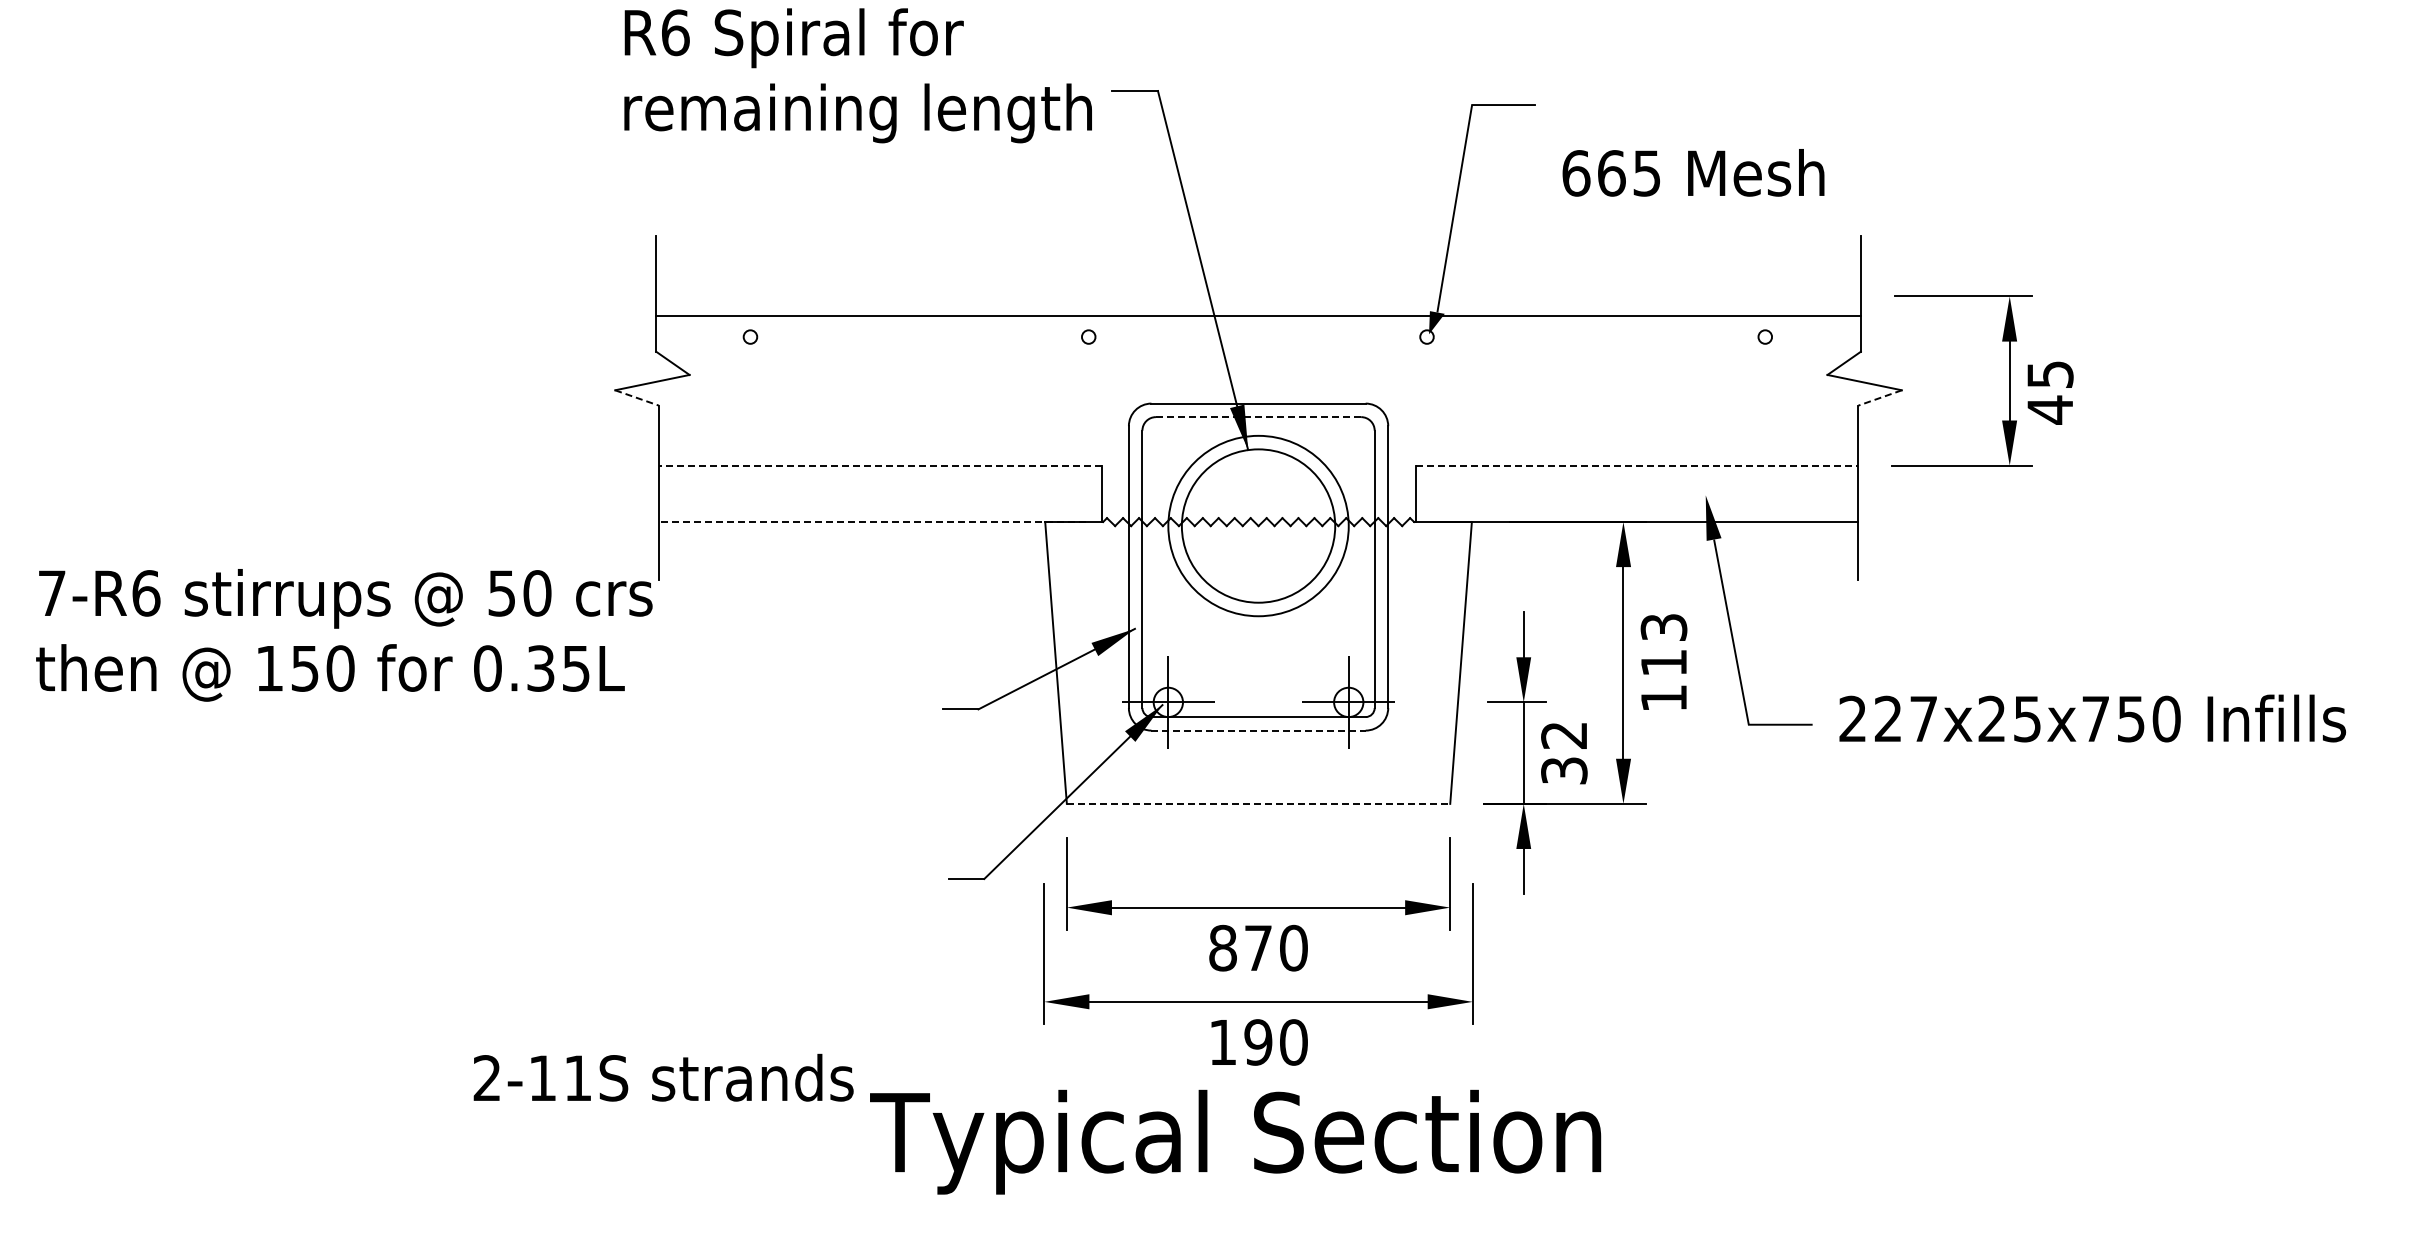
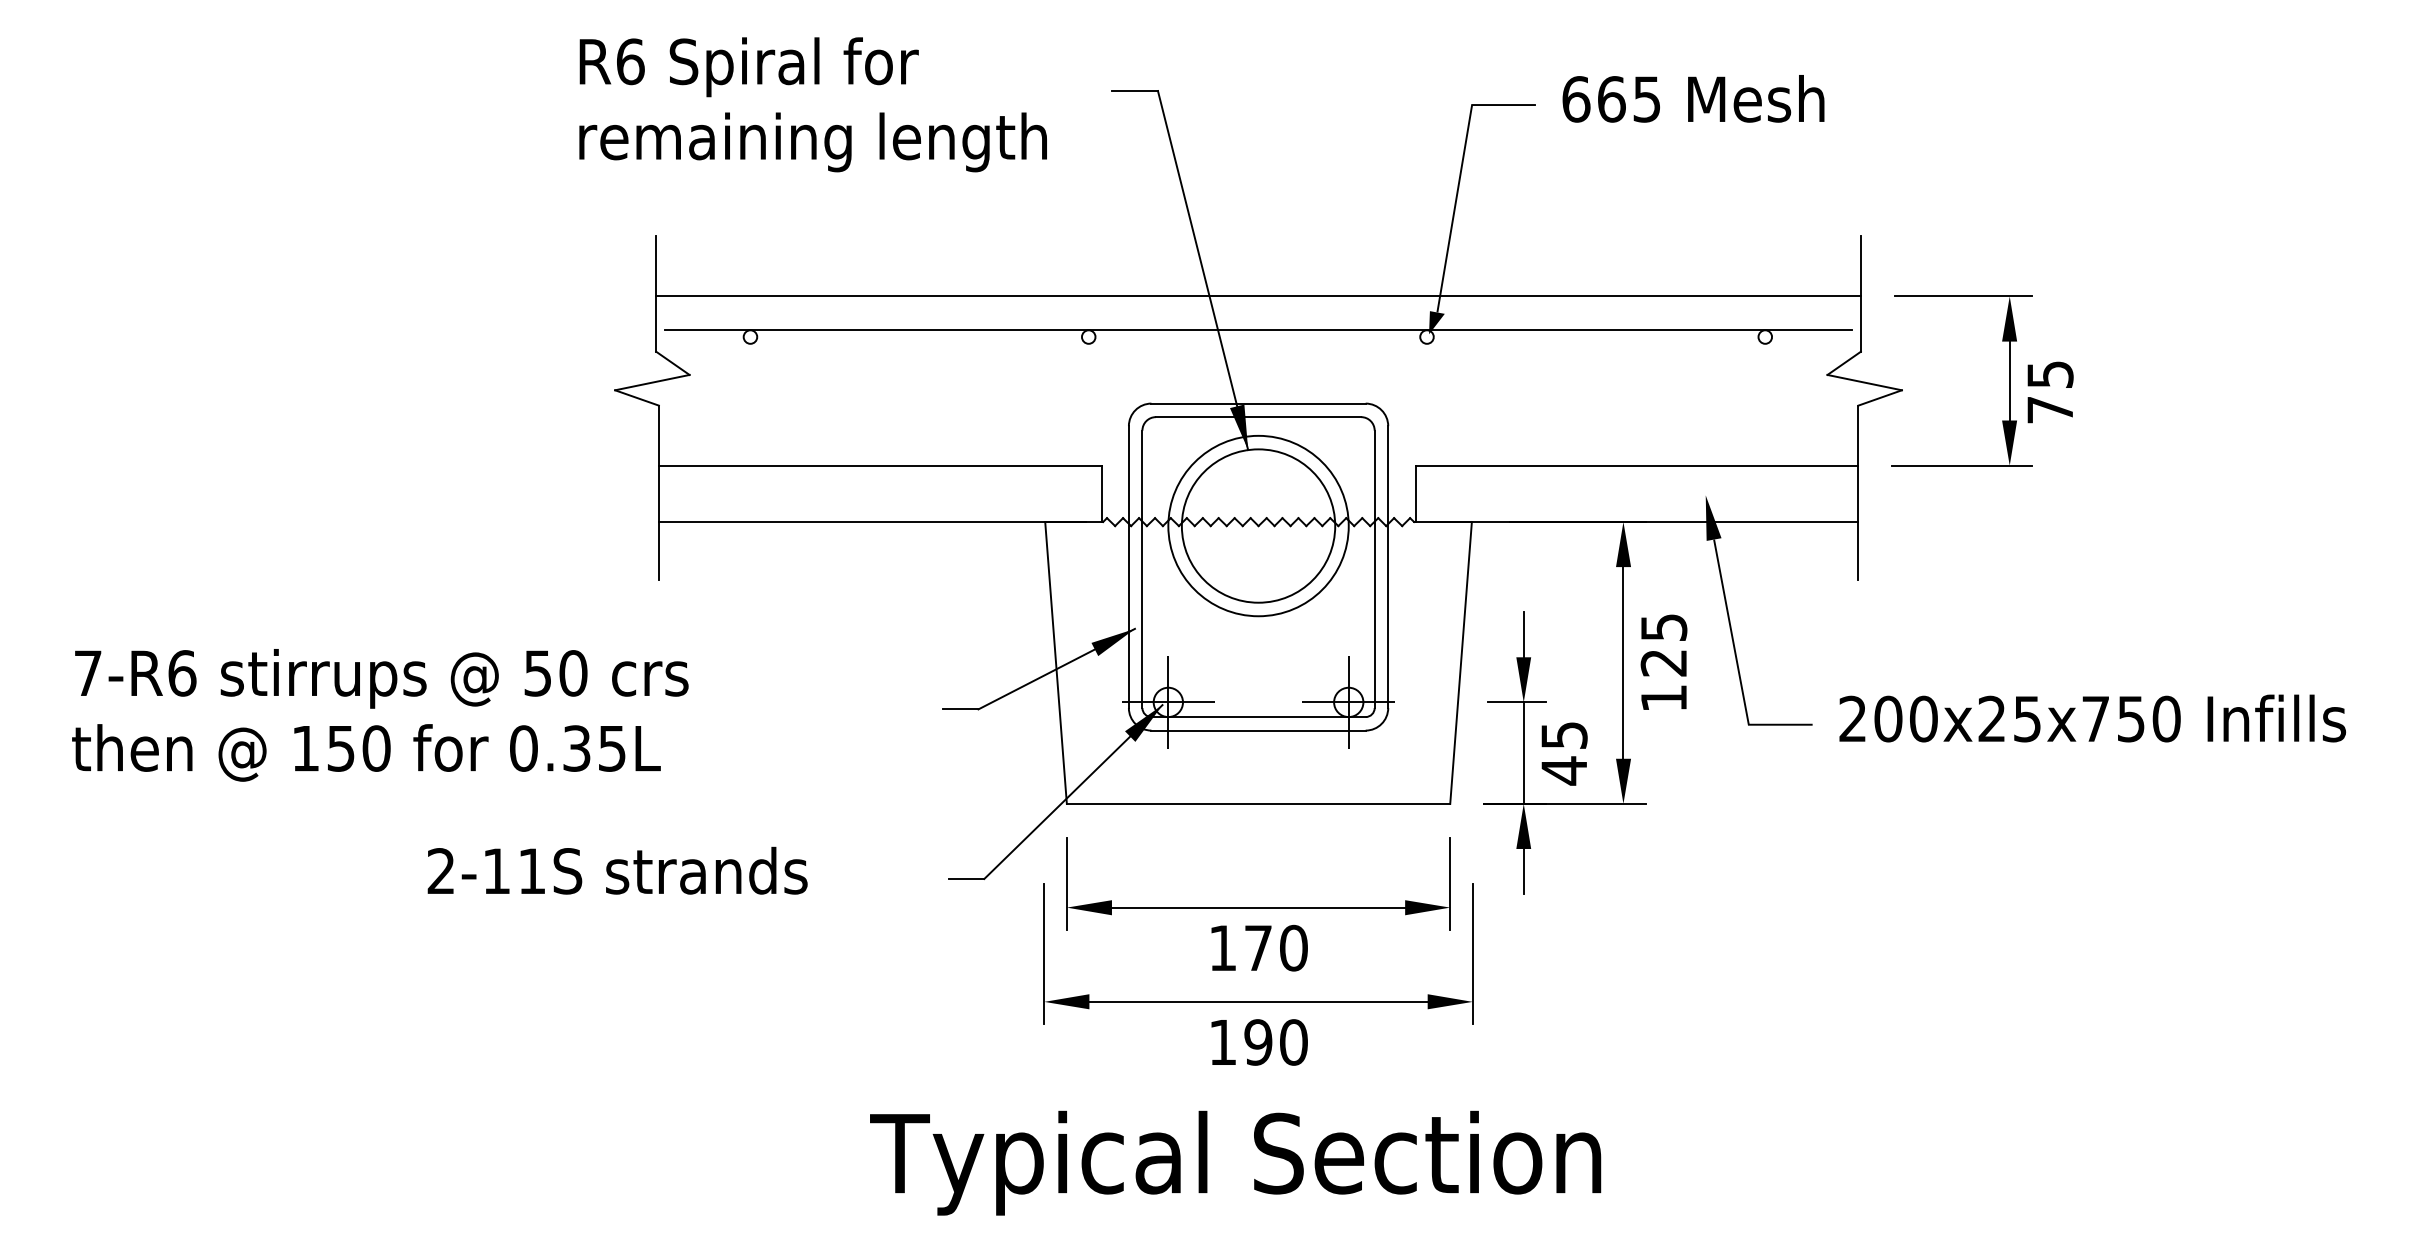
text at (857, 75) position: (857, 75) -> (812, 104)
text at (1693, 172) position: (1693, 172) -> (1693, 98)
line at (1258, 316) position: (1258, 316) -> (1258, 296)
line at (1258, 330): none -> present
line at (637, 398): dashed -> solid
line at (1879, 398): dashed -> solid
text at (2049, 409): 45 -> 75
line at (1258, 417): dashed -> solid
line at (879, 465): dashed -> solid
line at (1637, 465): dashed -> solid
line at (872, 522): dashed -> solid
text at (344, 635) position: (344, 635) -> (380, 715)
text at (1663, 645): 113 -> 125
text at (1905, 718): 227x25x750 -> 200x25x750
line at (1259, 730): dashed -> solid
text at (1564, 753): 32 -> 45
line at (1258, 803): dashed -> solid
text at (1222, 947): 870 -> 170
text at (663, 1077) position: (663, 1077) -> (617, 870)
text at (1235, 1141) position: (1235, 1141) -> (1235, 1162)
